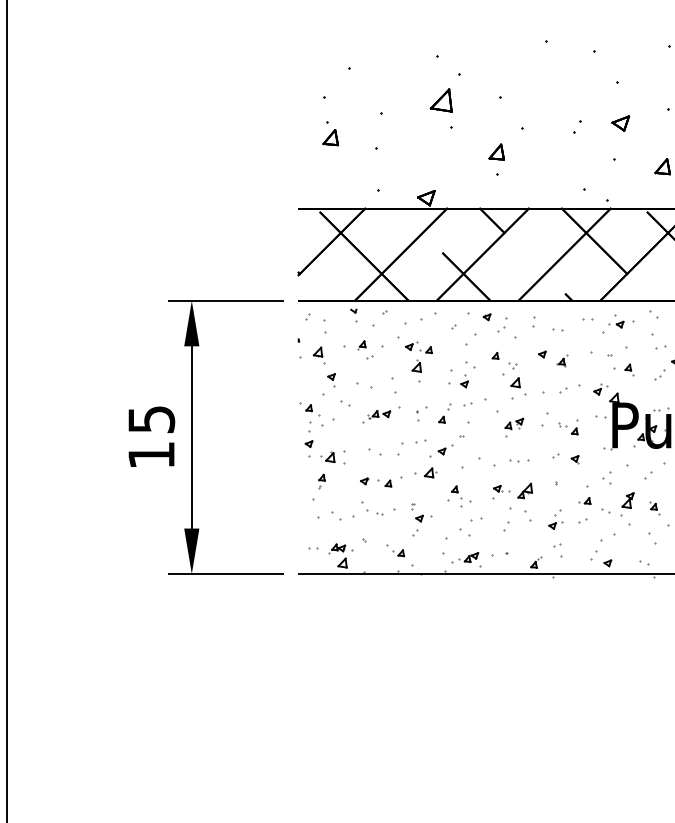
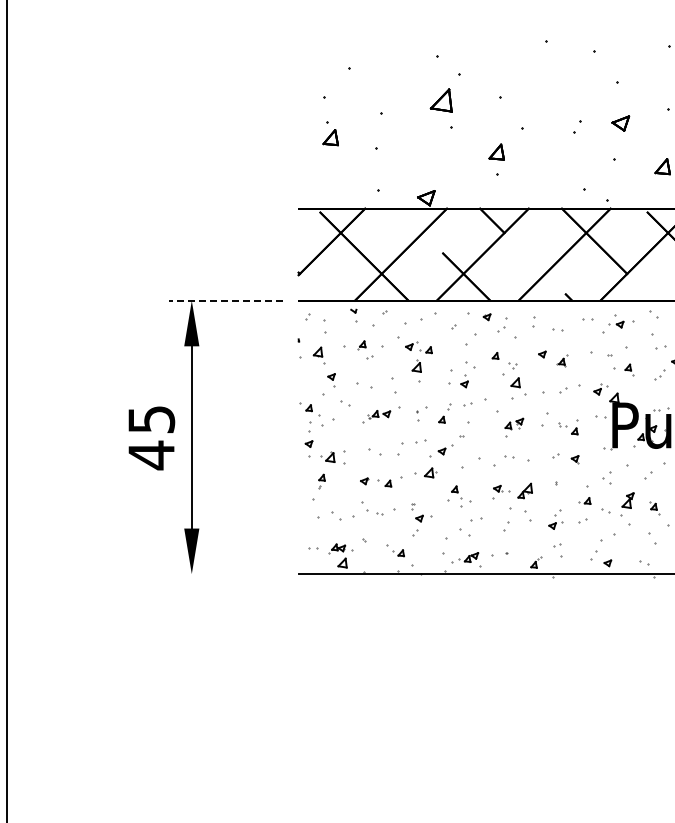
line at (225, 300): solid -> dashed
text at (151, 455): 15 -> 45
part at (514, 460) position: (514, 460) -> (509, 456)
line at (226, 574): present -> none
